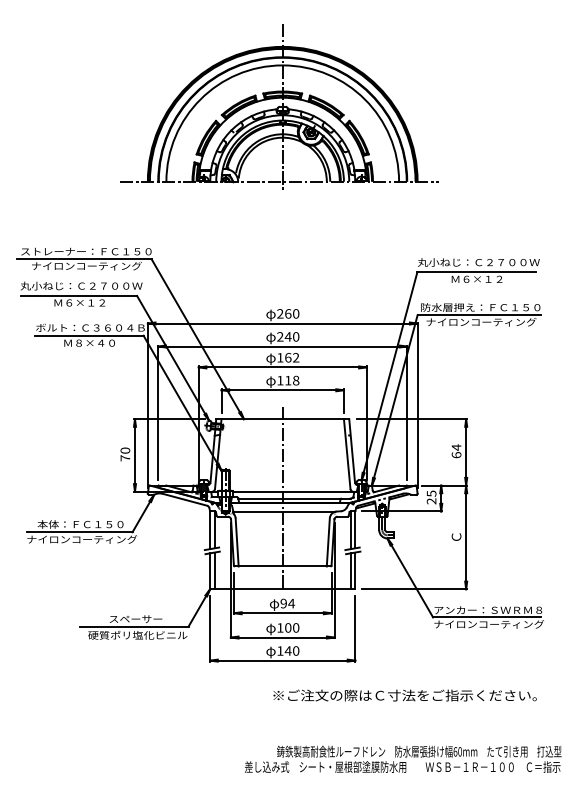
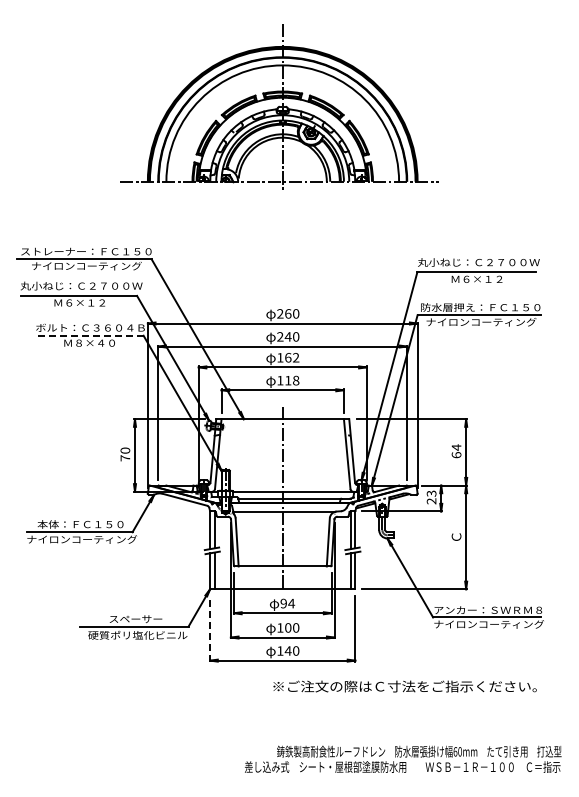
line at (89, 335): solid -> dashed
text at (430, 493): 25 -> 23
line at (210, 628): solid -> dashed
text at (404, 695) position: (404, 695) -> (404, 686)
